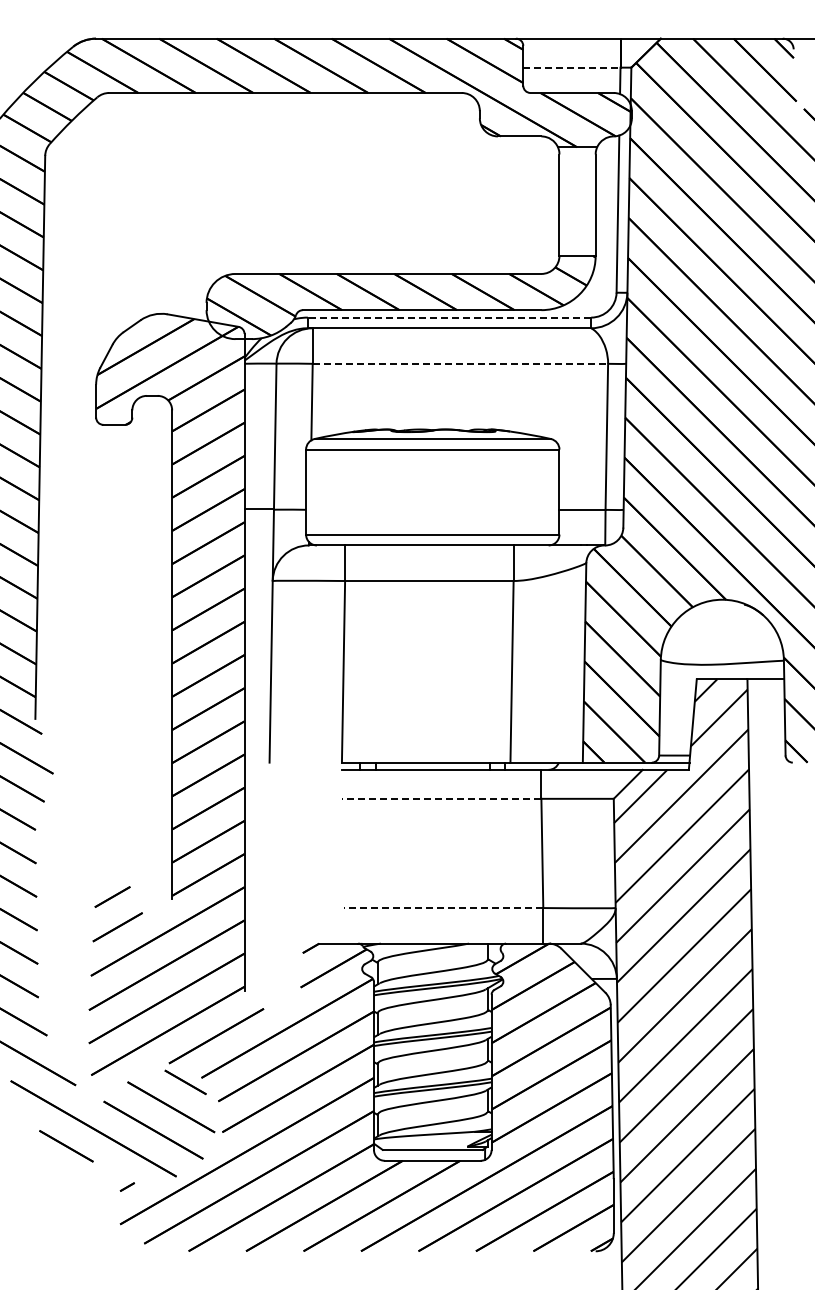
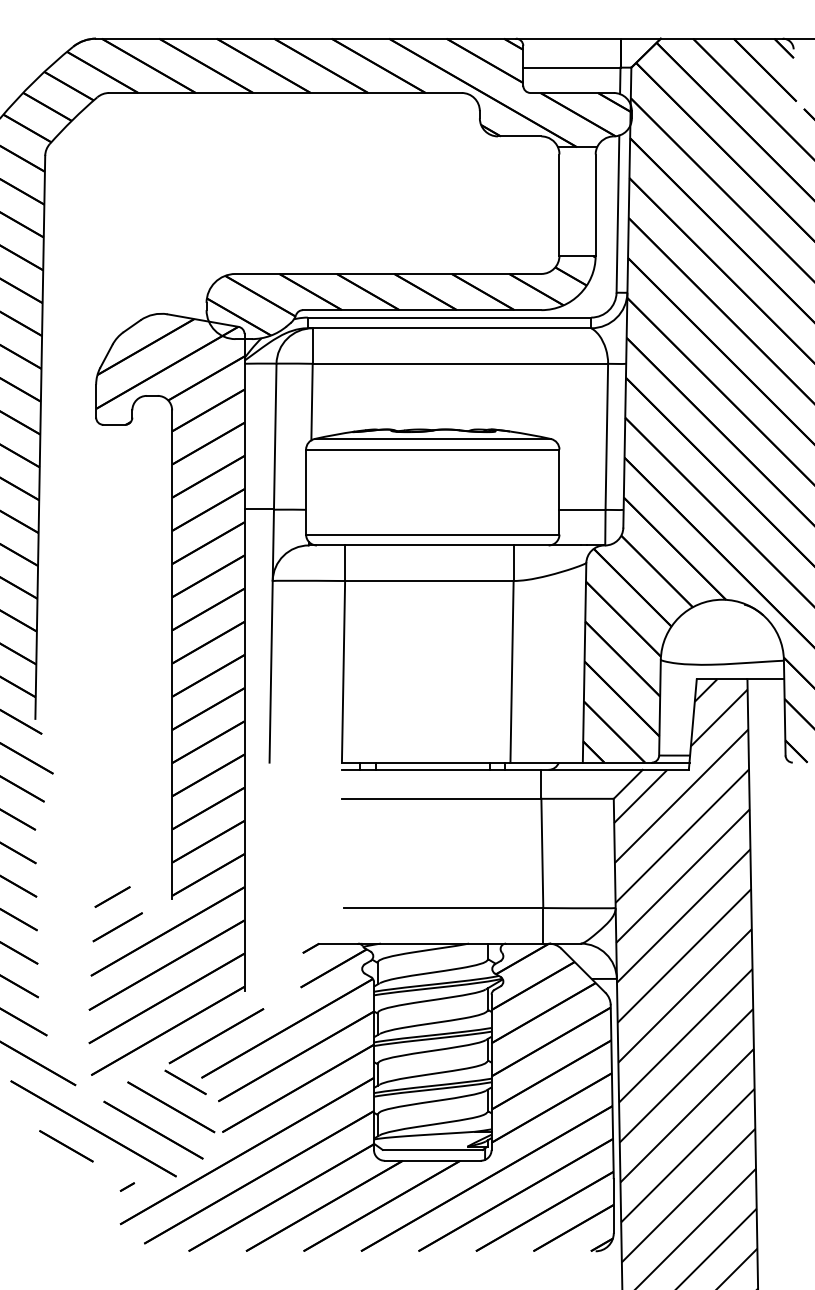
line at (571, 67): dashed -> solid
line at (449, 317): dashed -> solid
line at (460, 363): dashed -> solid
line at (441, 798): dashed -> solid
line at (443, 908): dashed -> solid
